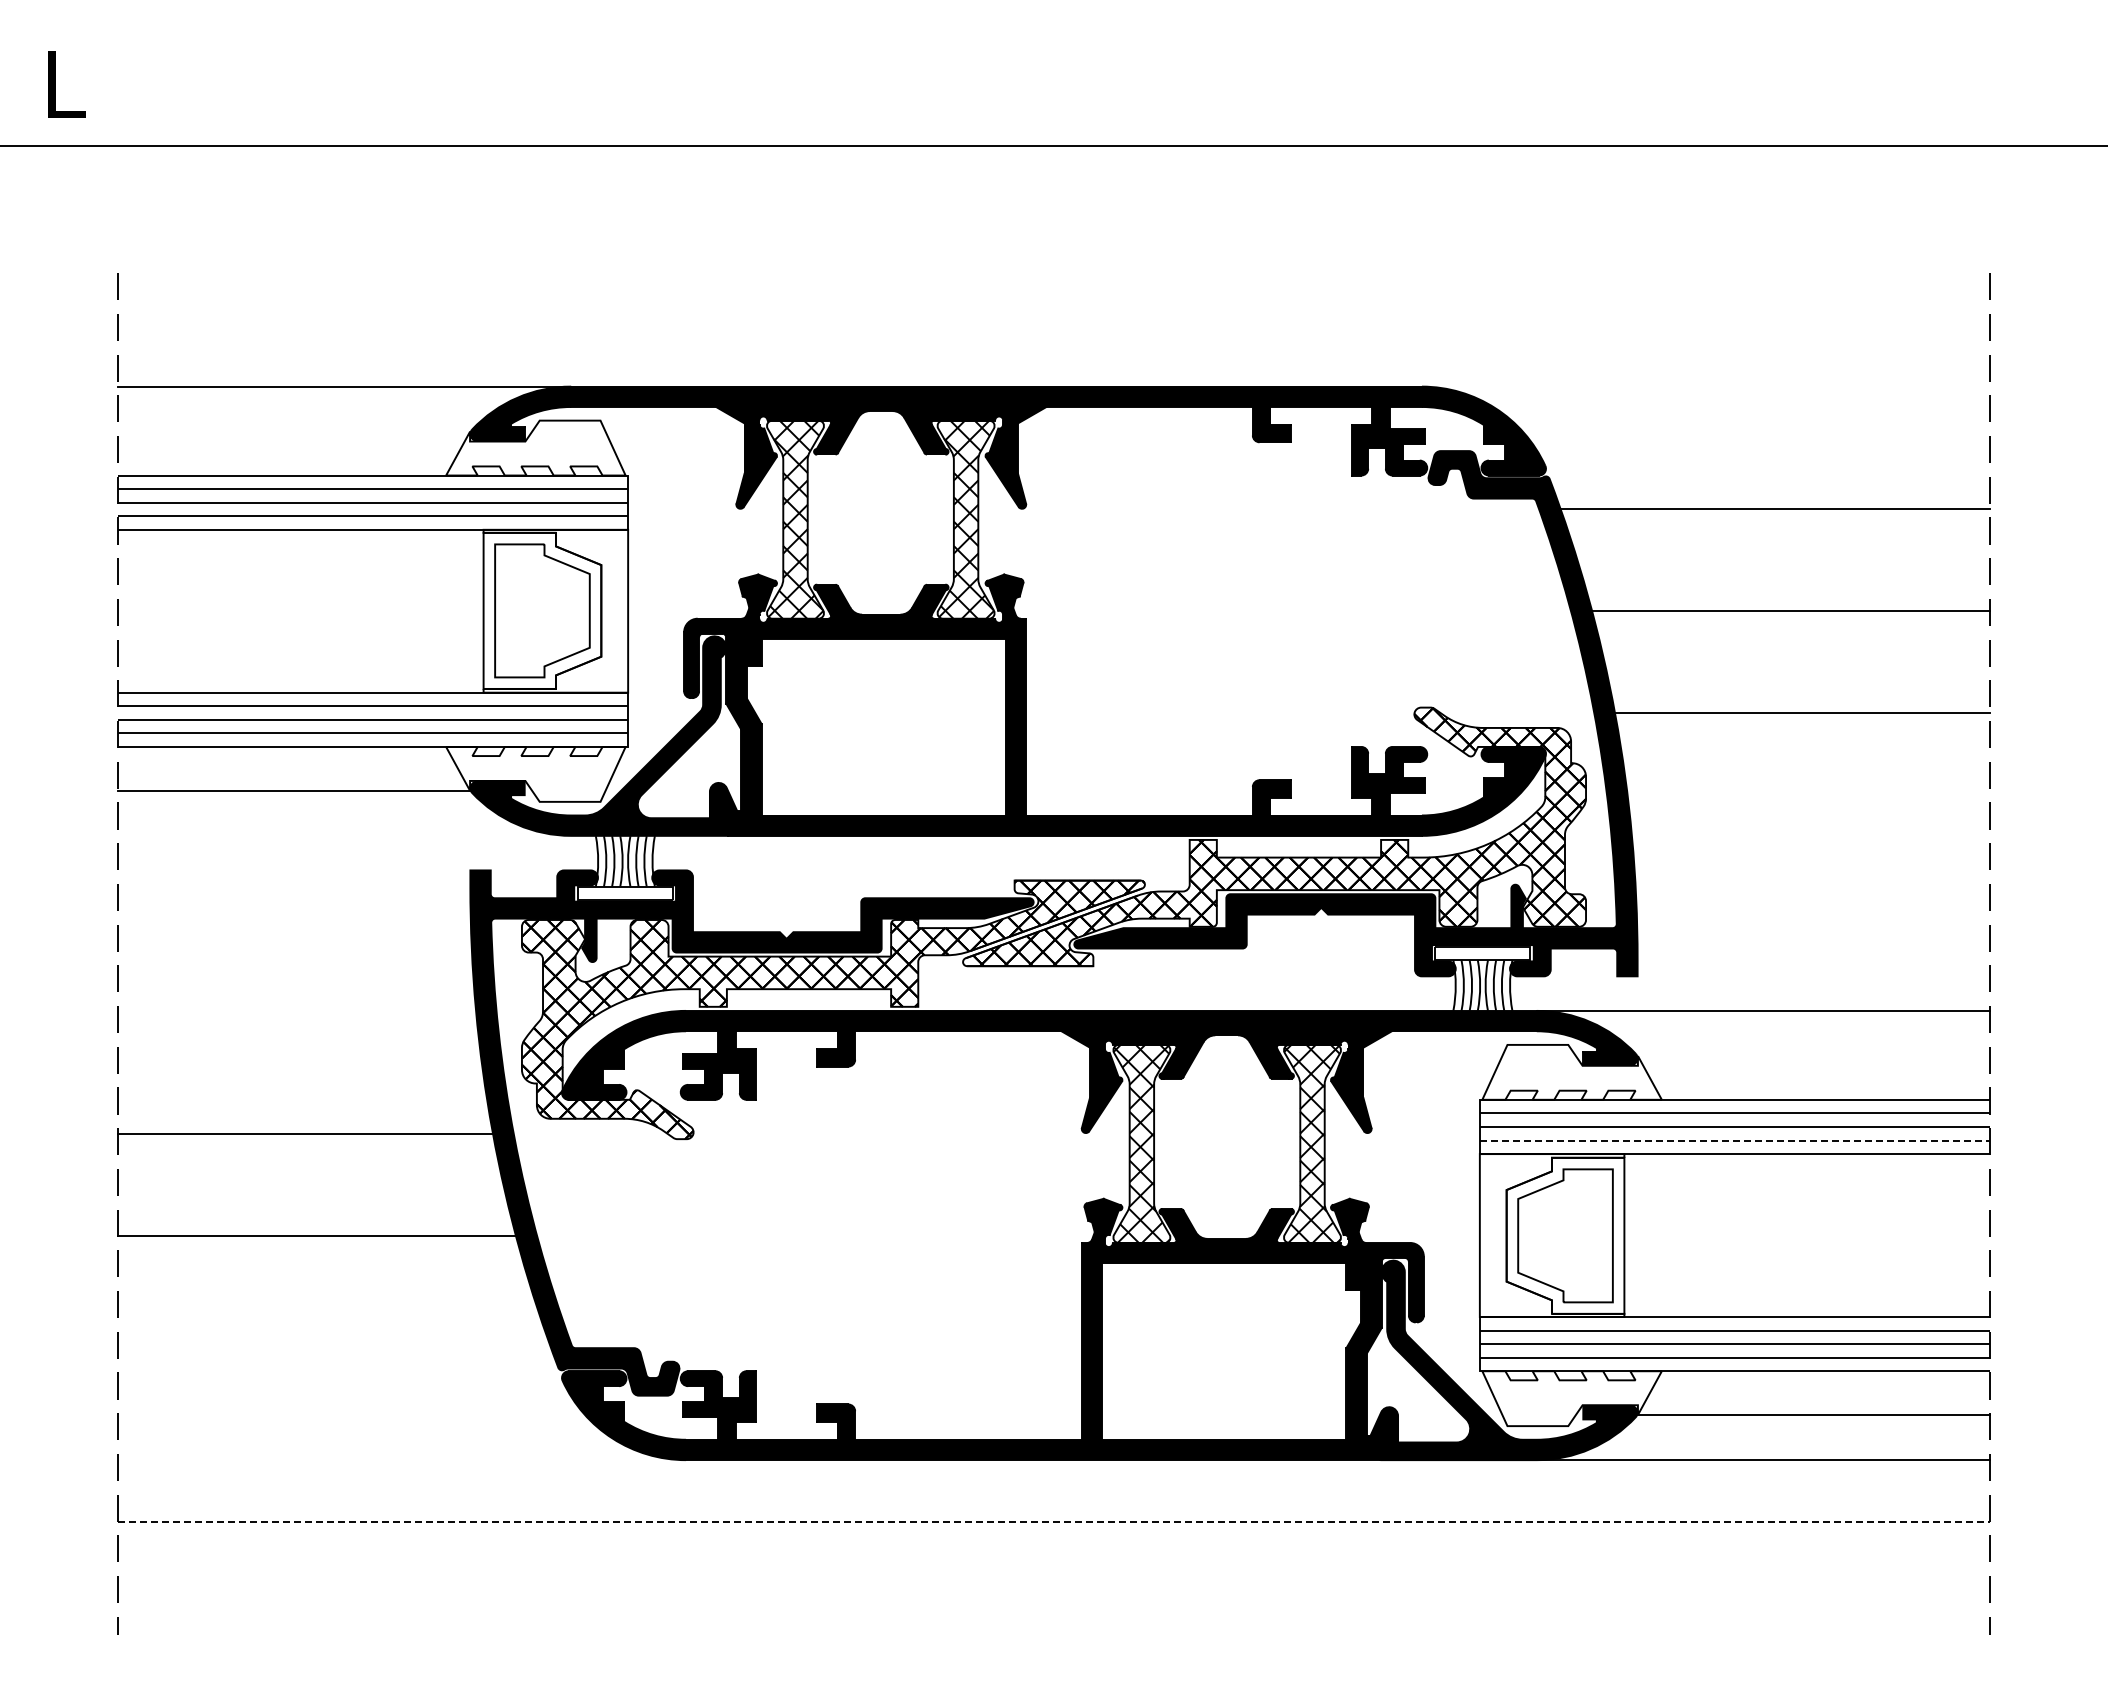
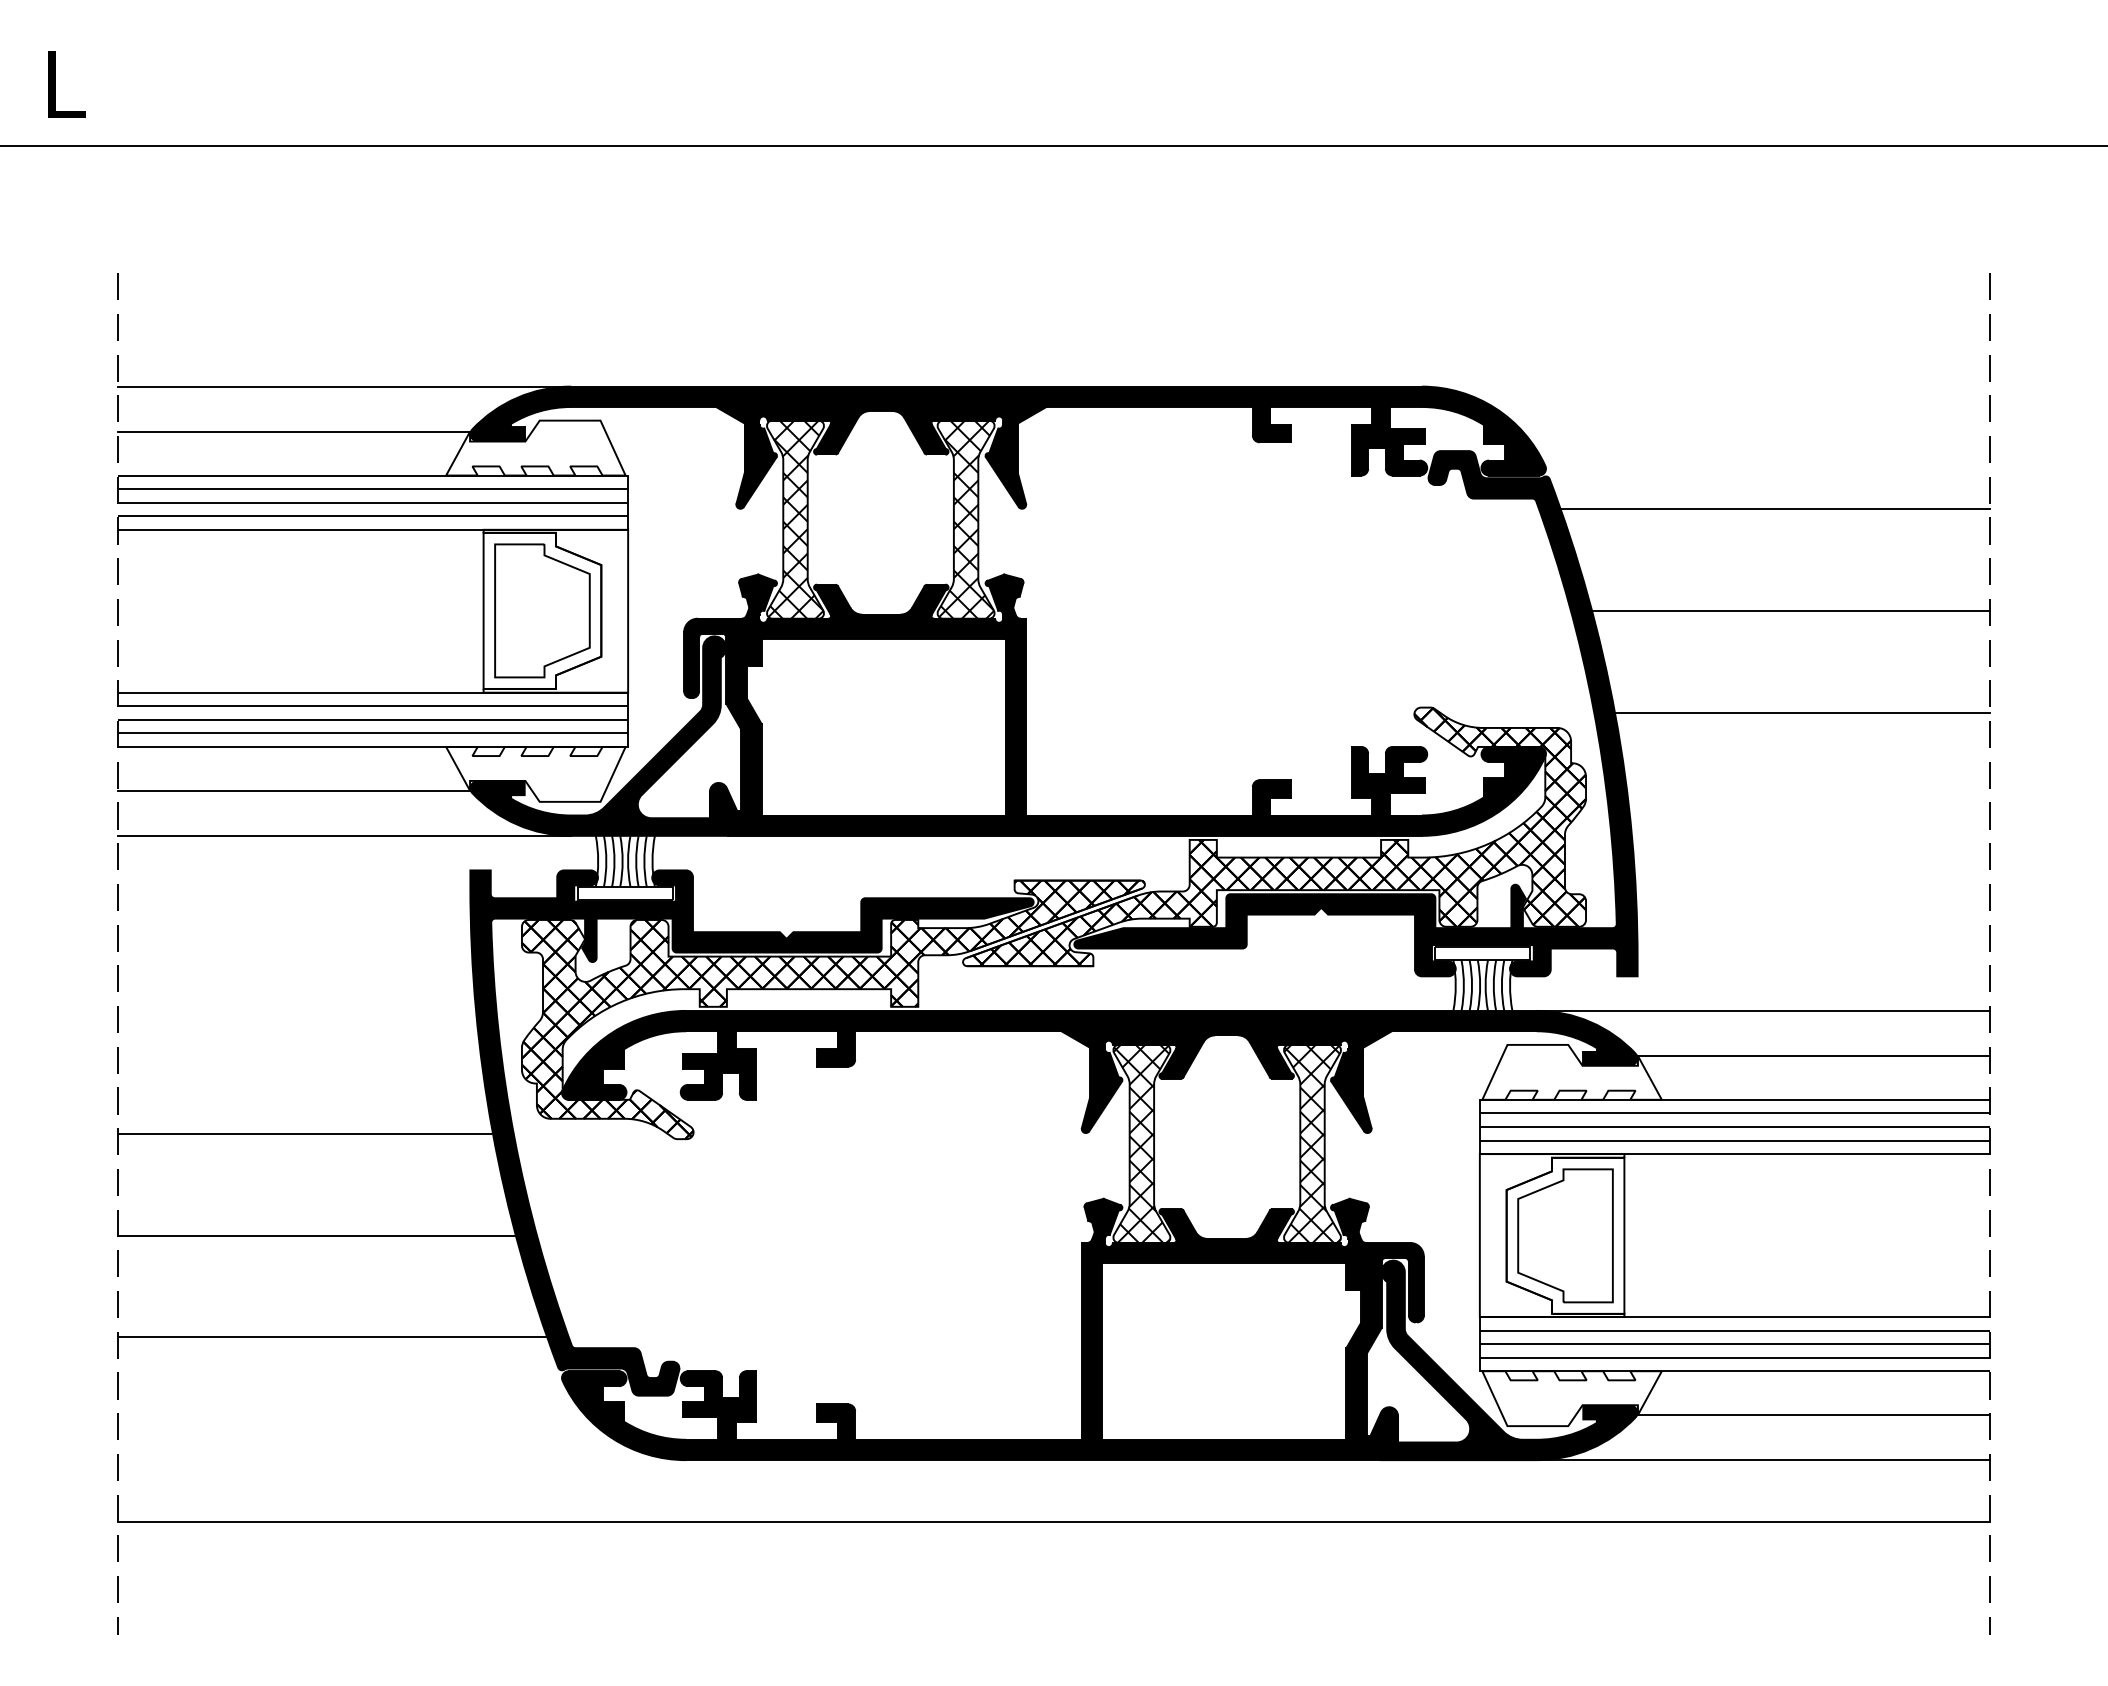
line at (293, 431): none -> present
line at (344, 835): none -> present
line at (1813, 1056): none -> present
line at (1735, 1140): dashed -> solid
line at (332, 1337): none -> present
line at (1054, 1521): dashed -> solid
